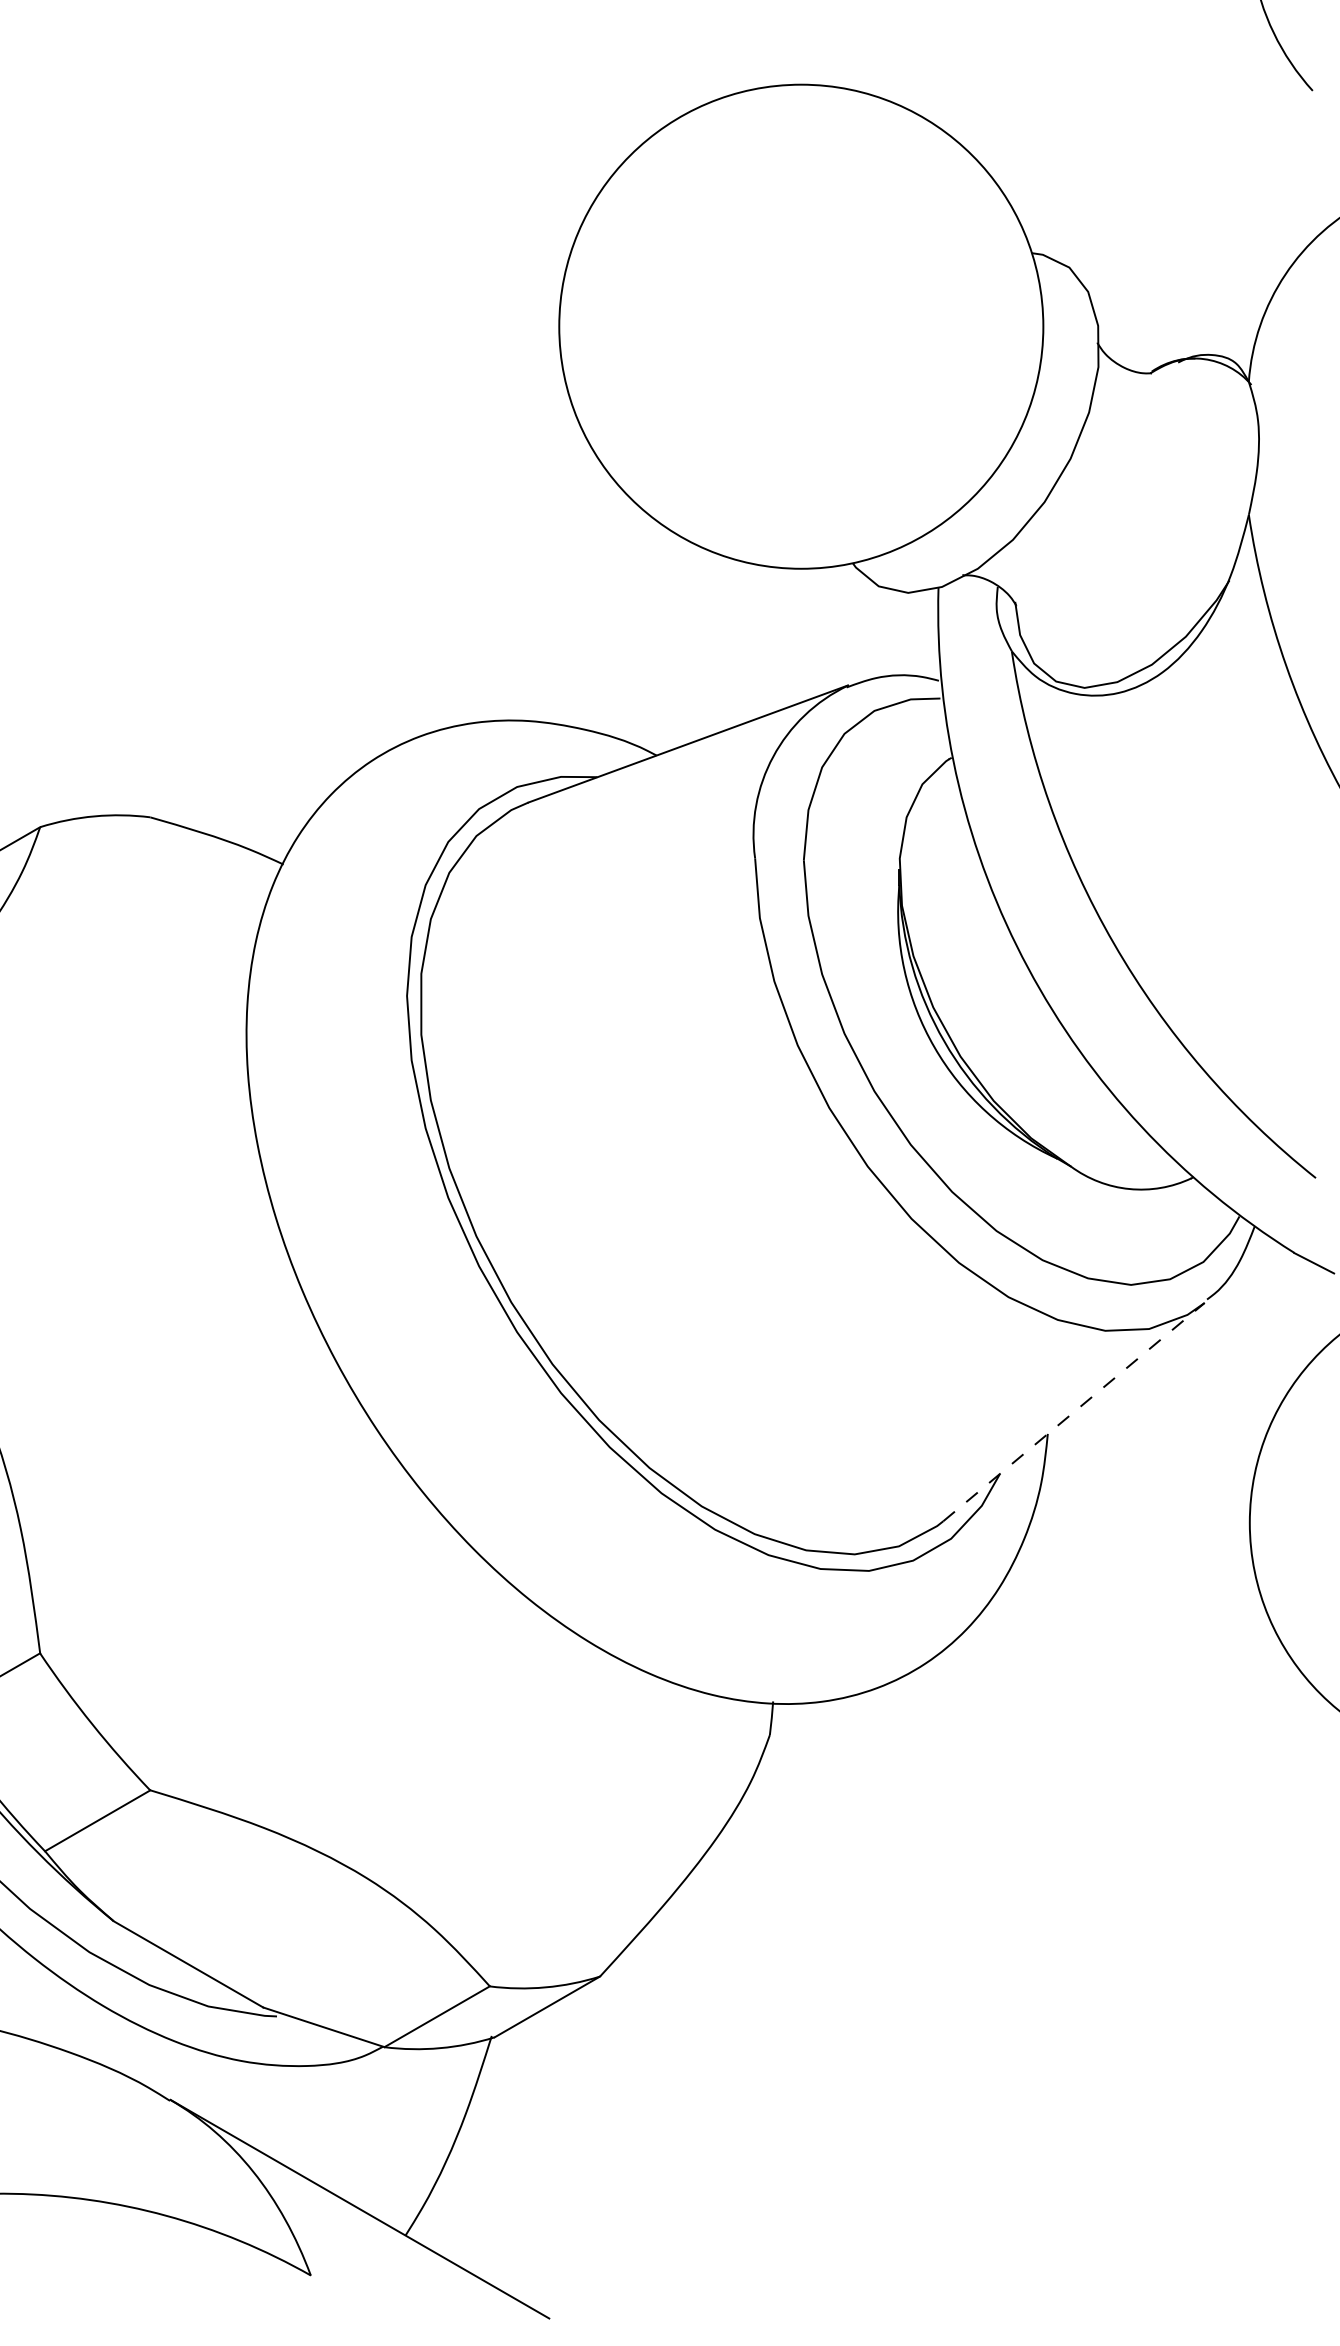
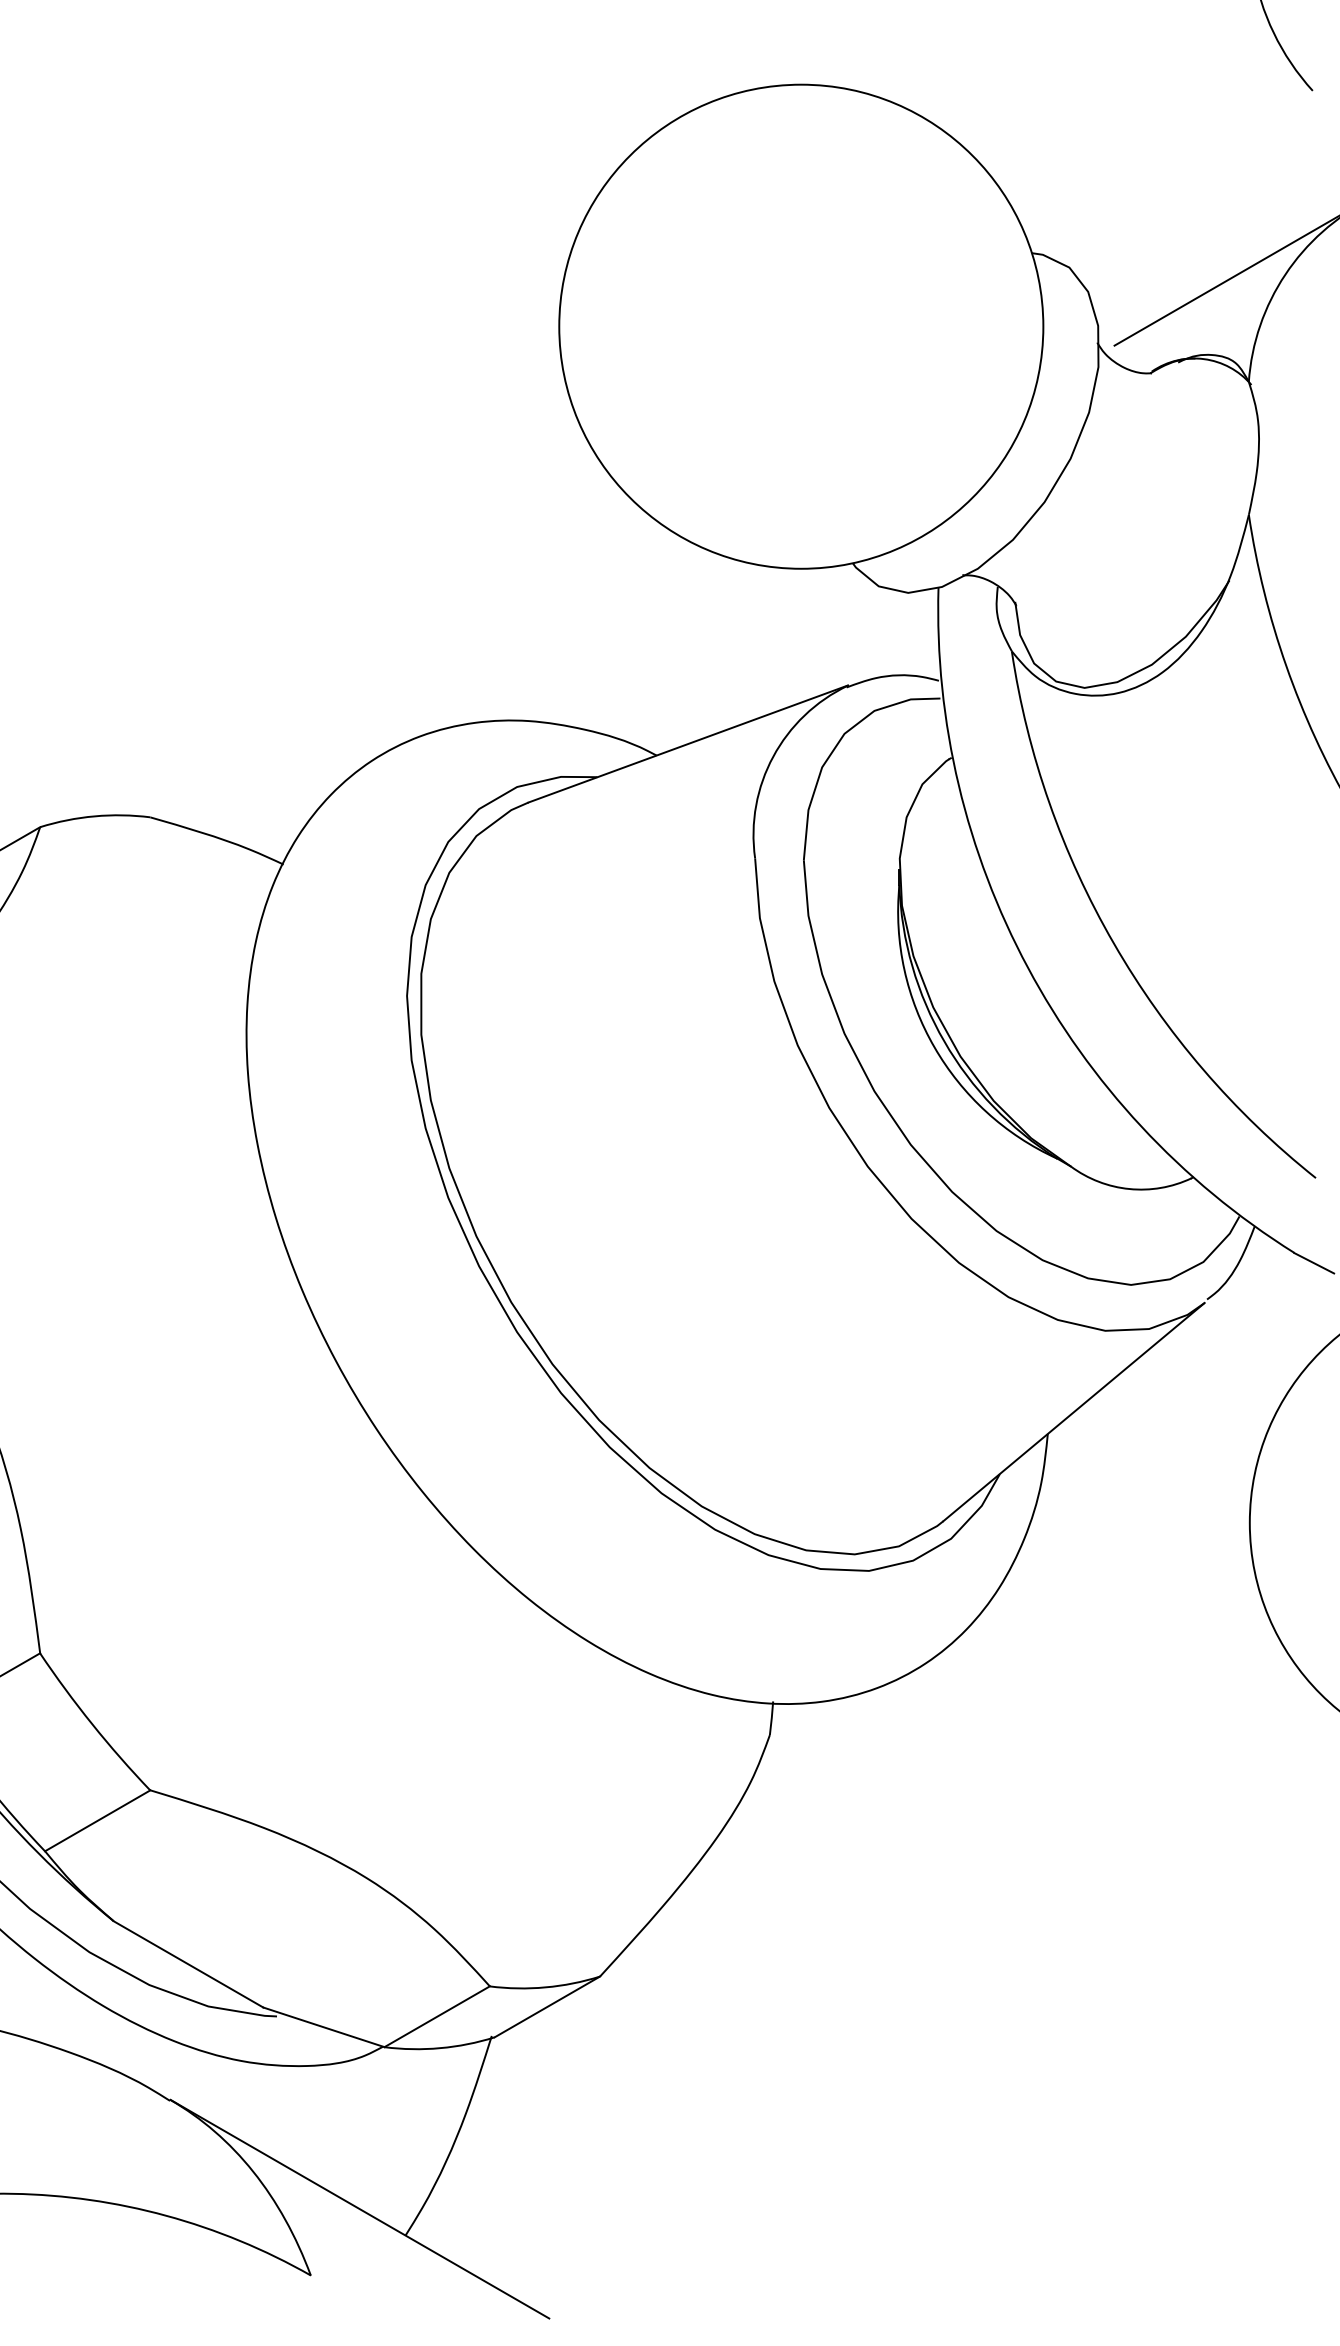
line at (1225, 281): none -> present
line at (1074, 1411): dashed -> solid
